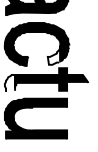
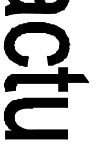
fill at (53, 54): none -> present
fill at (9, 82): none -> present
